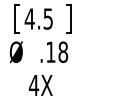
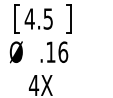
text at (63, 51): .18 -> .16
